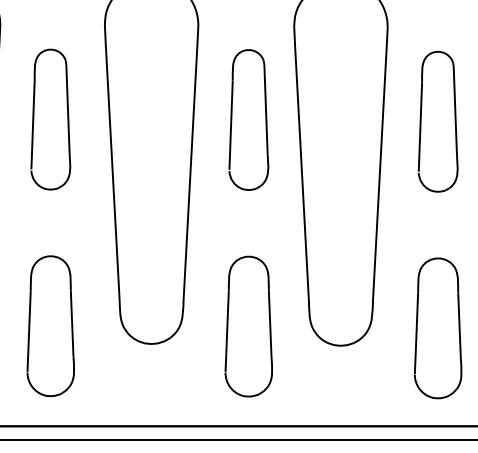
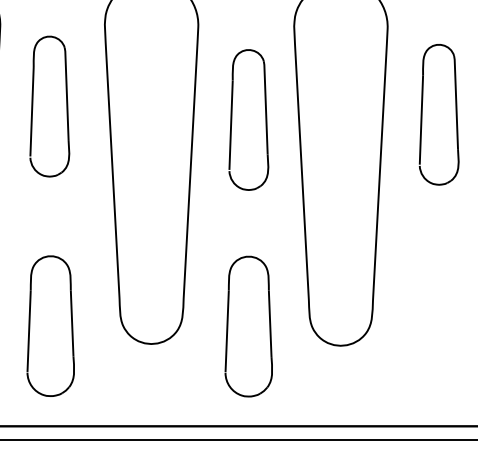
part at (50, 119) position: (50, 119) -> (49, 106)
part at (437, 121) position: (437, 121) -> (438, 114)
part at (438, 328): present -> none
